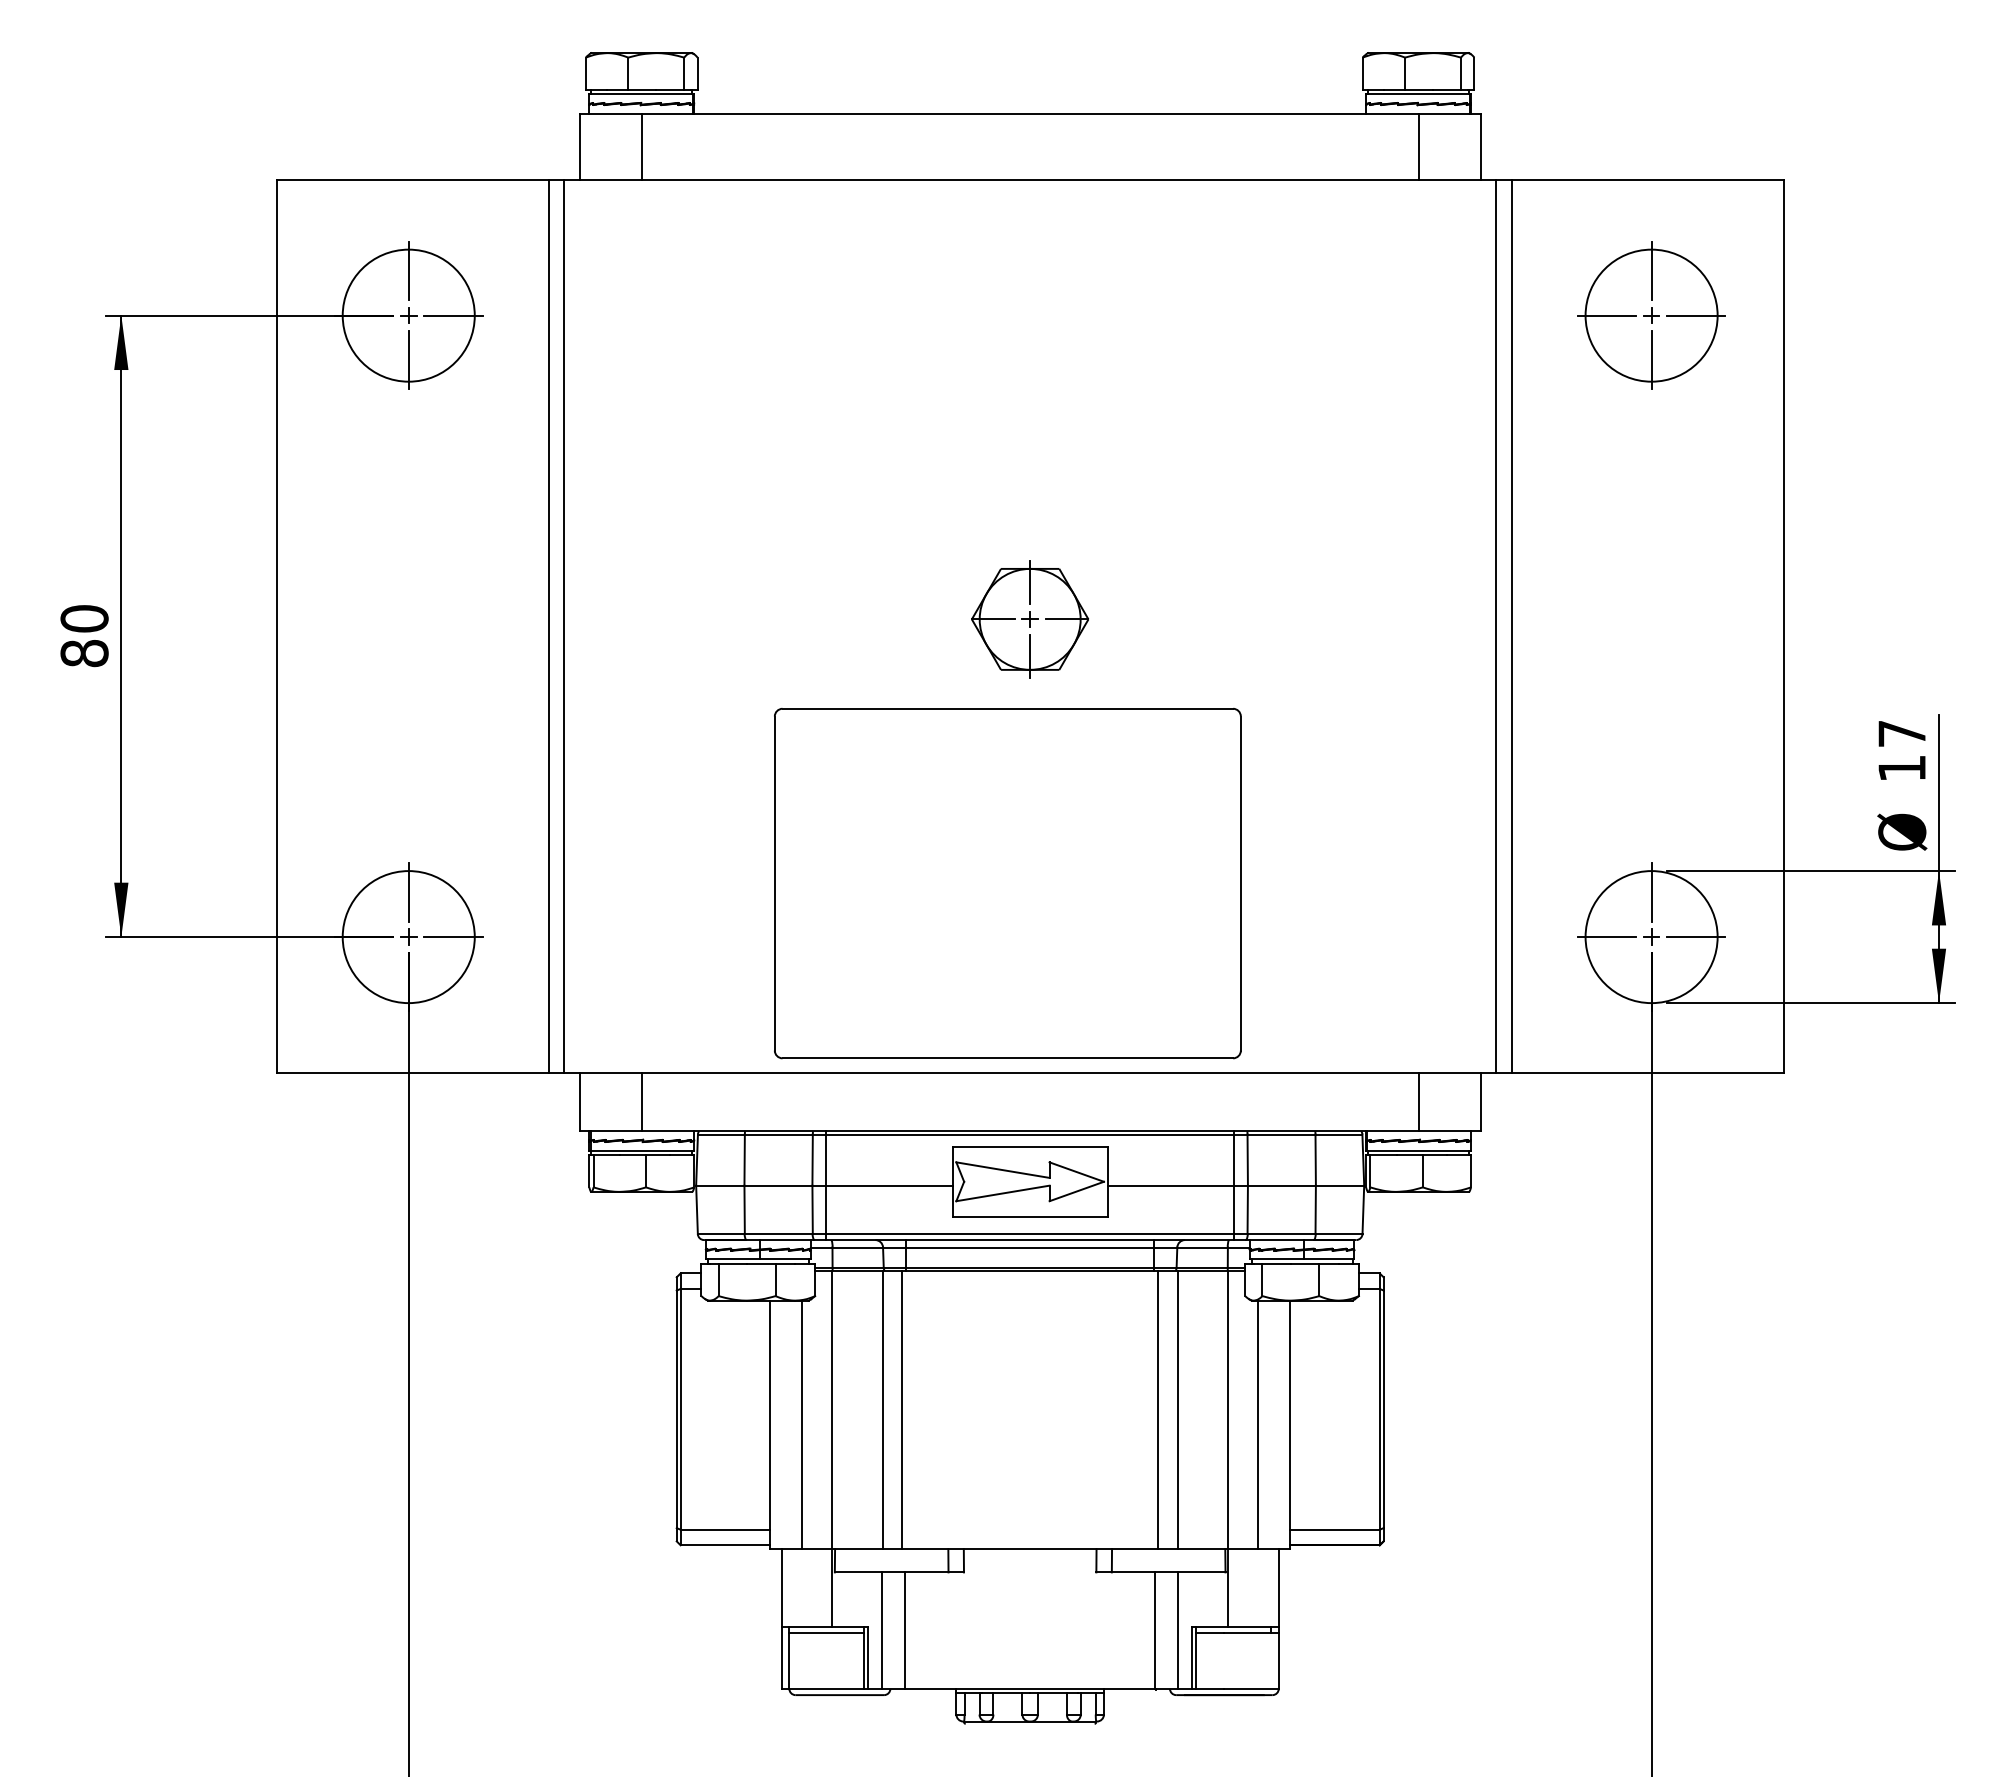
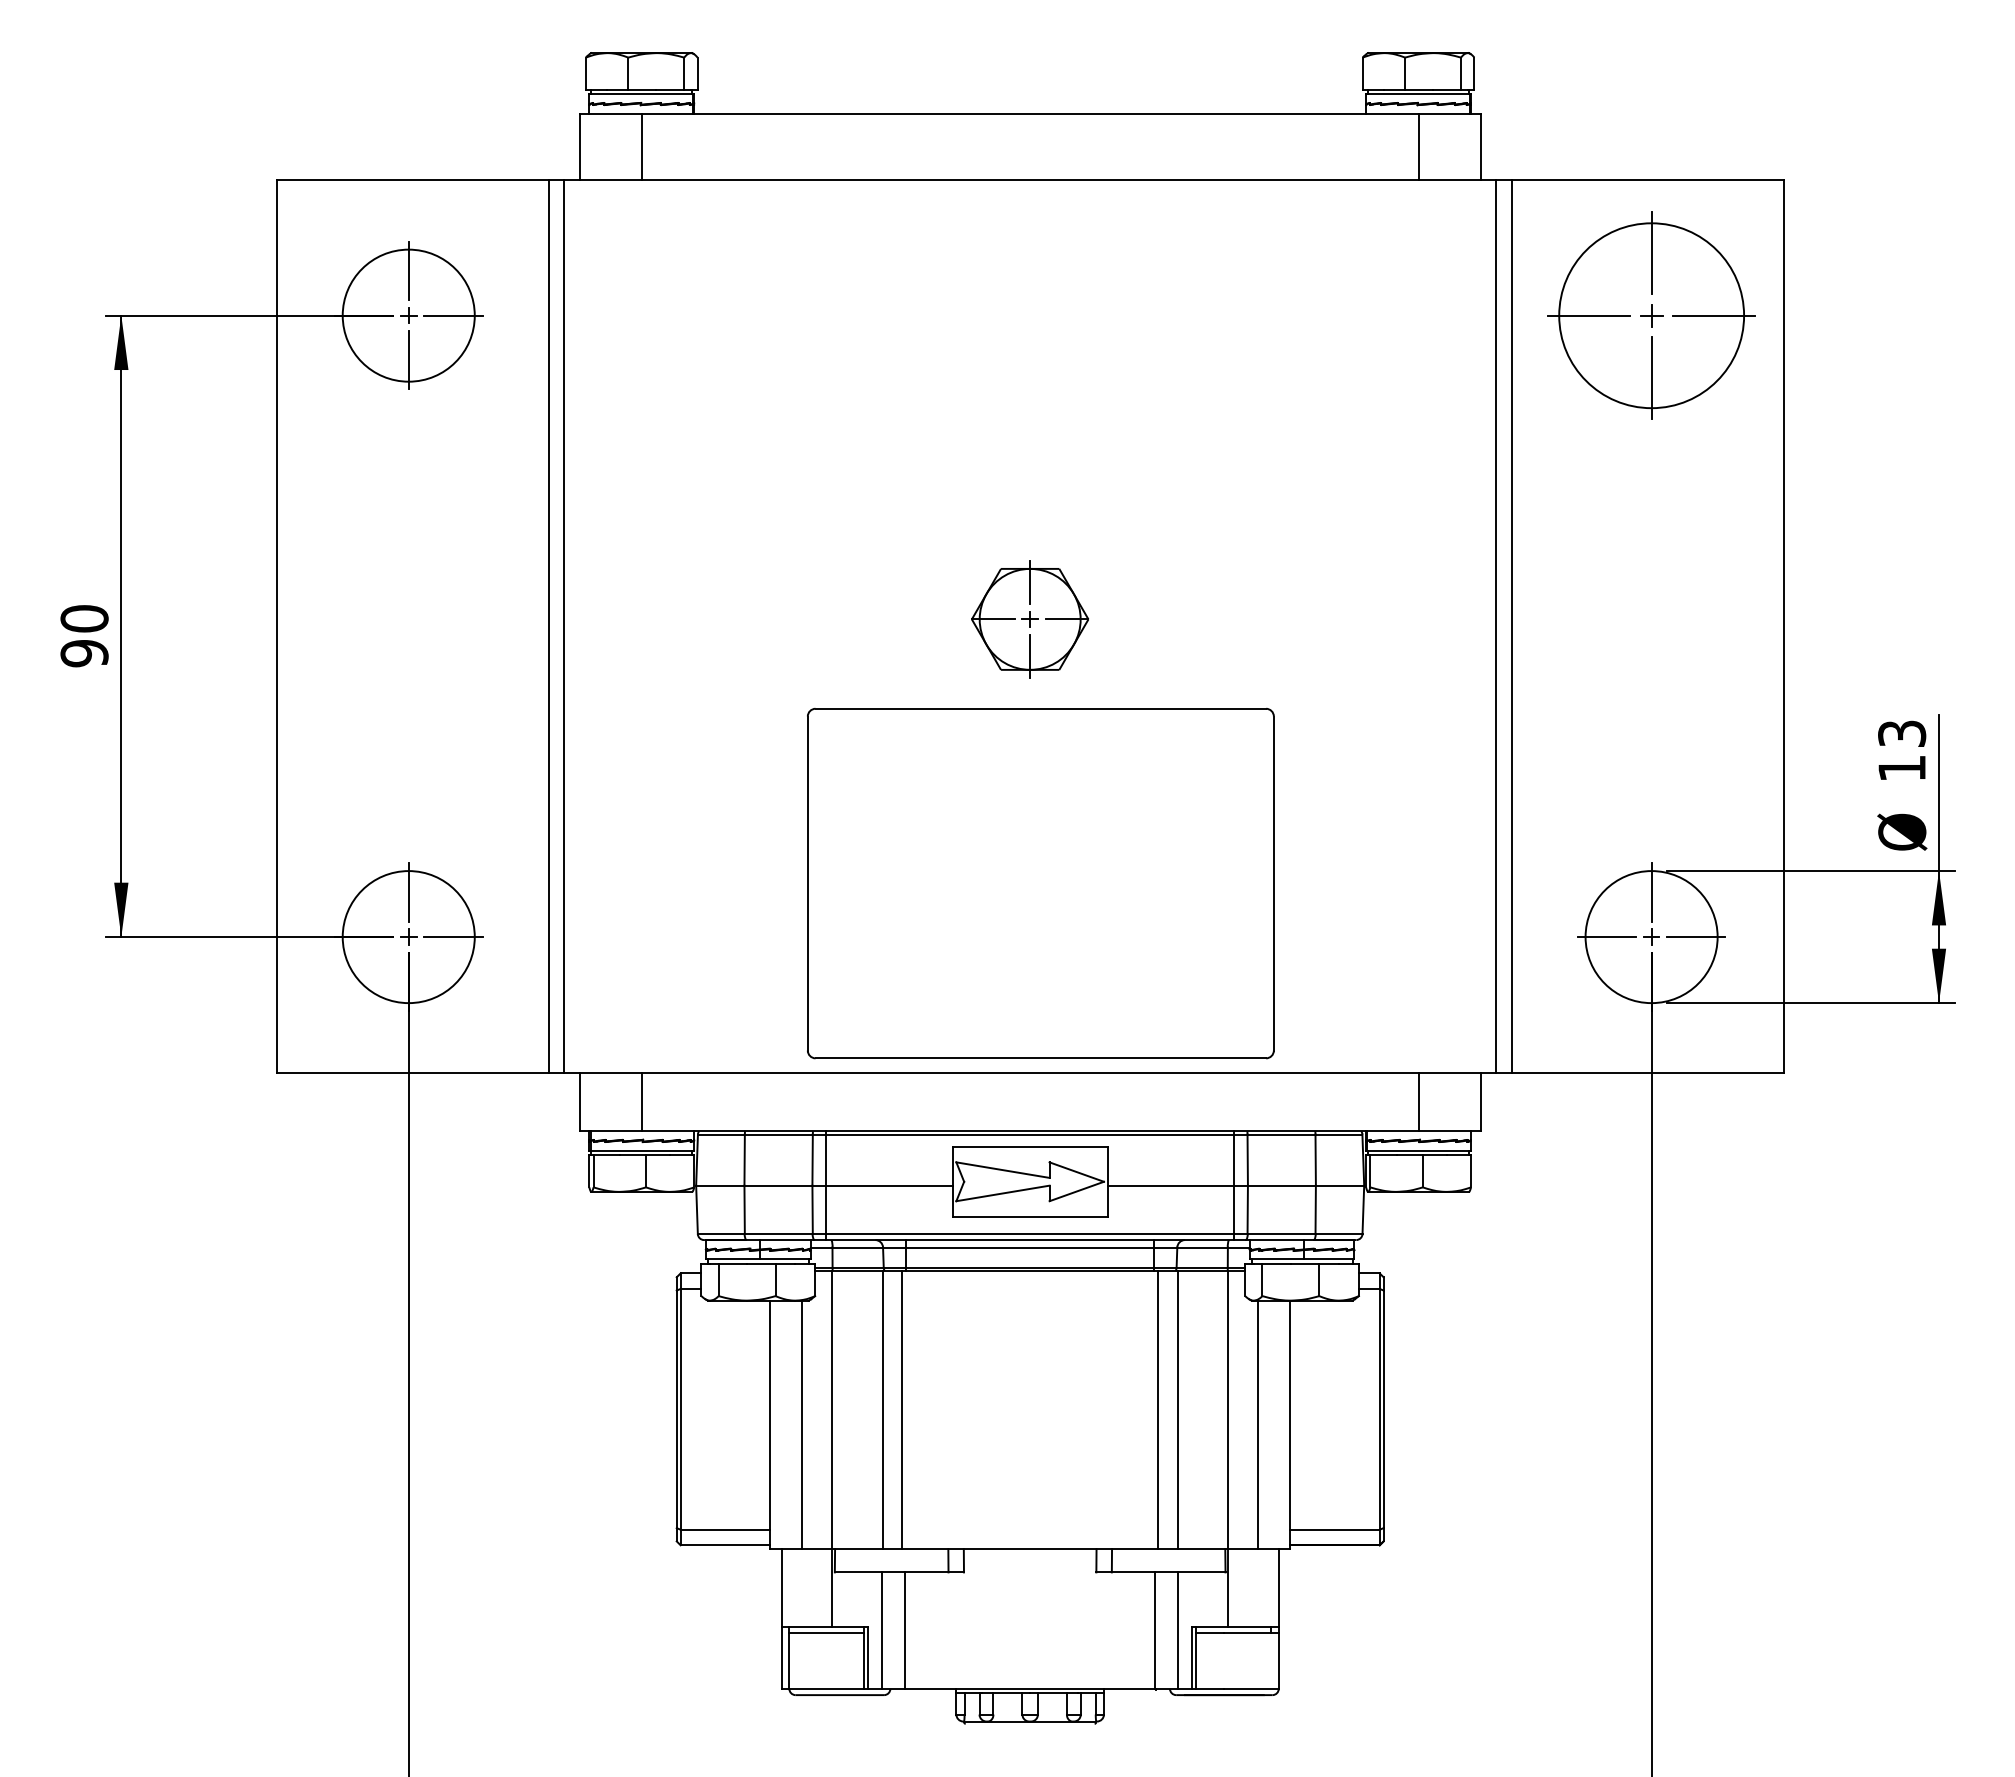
part at (1651, 315) size: 149x149 px -> 209x209 px
text at (84, 653): 80 -> 90
text at (1902, 733): 17 -> 13
part at (1007, 883) position: (1007, 883) -> (1040, 883)
